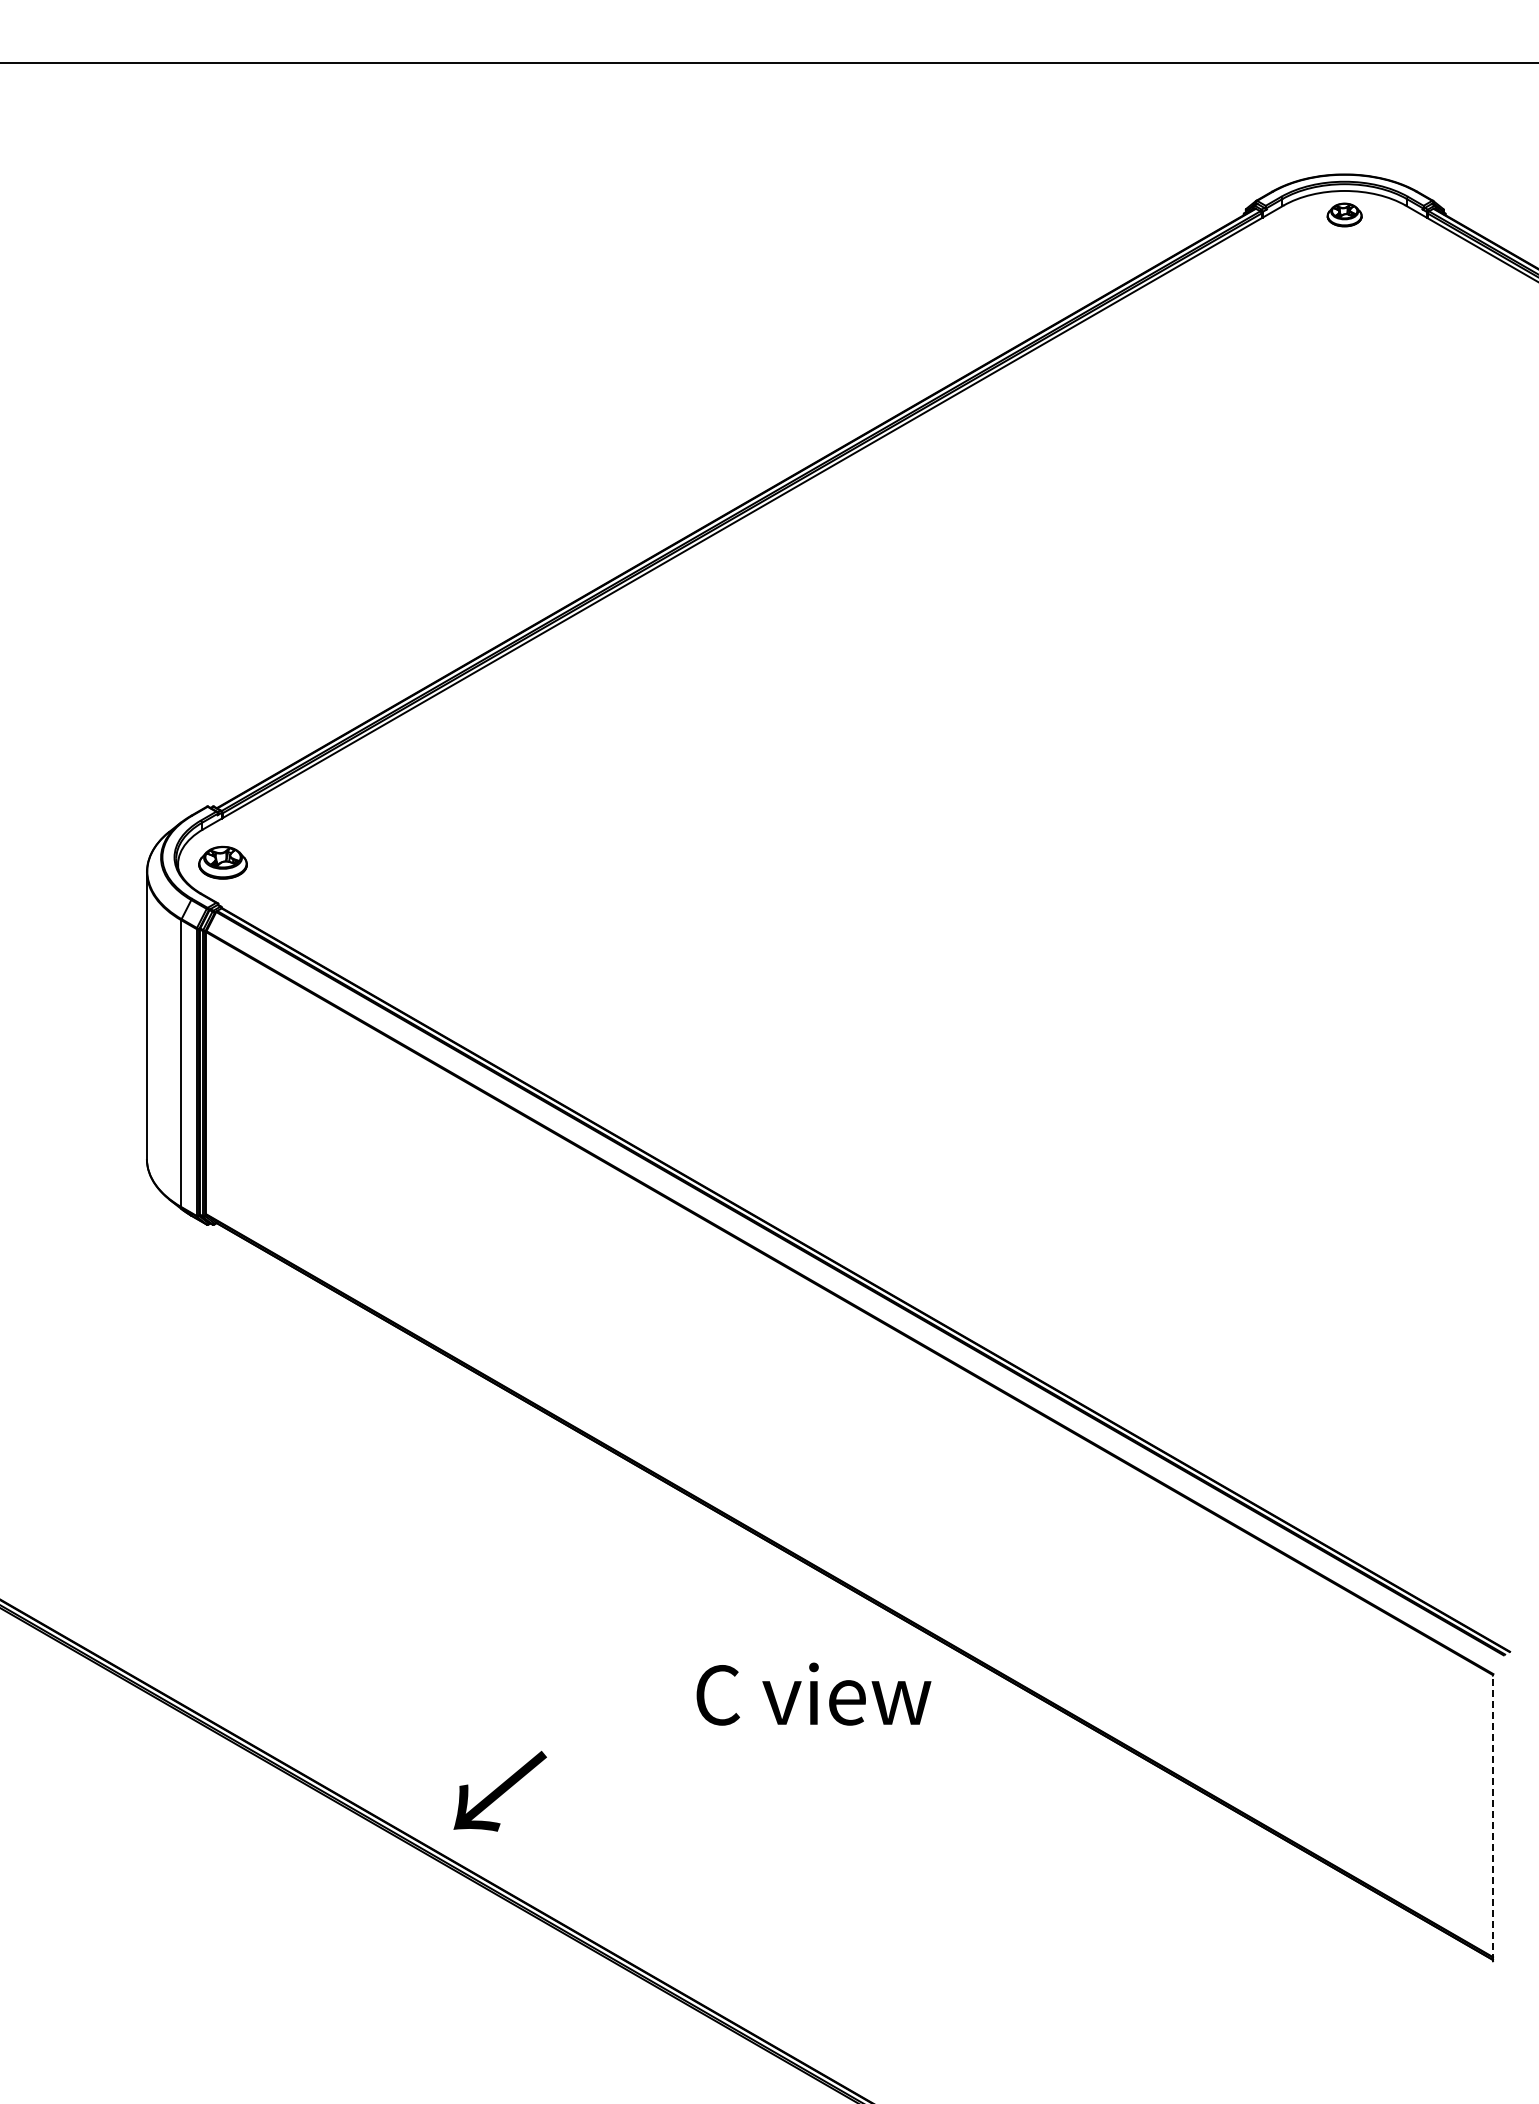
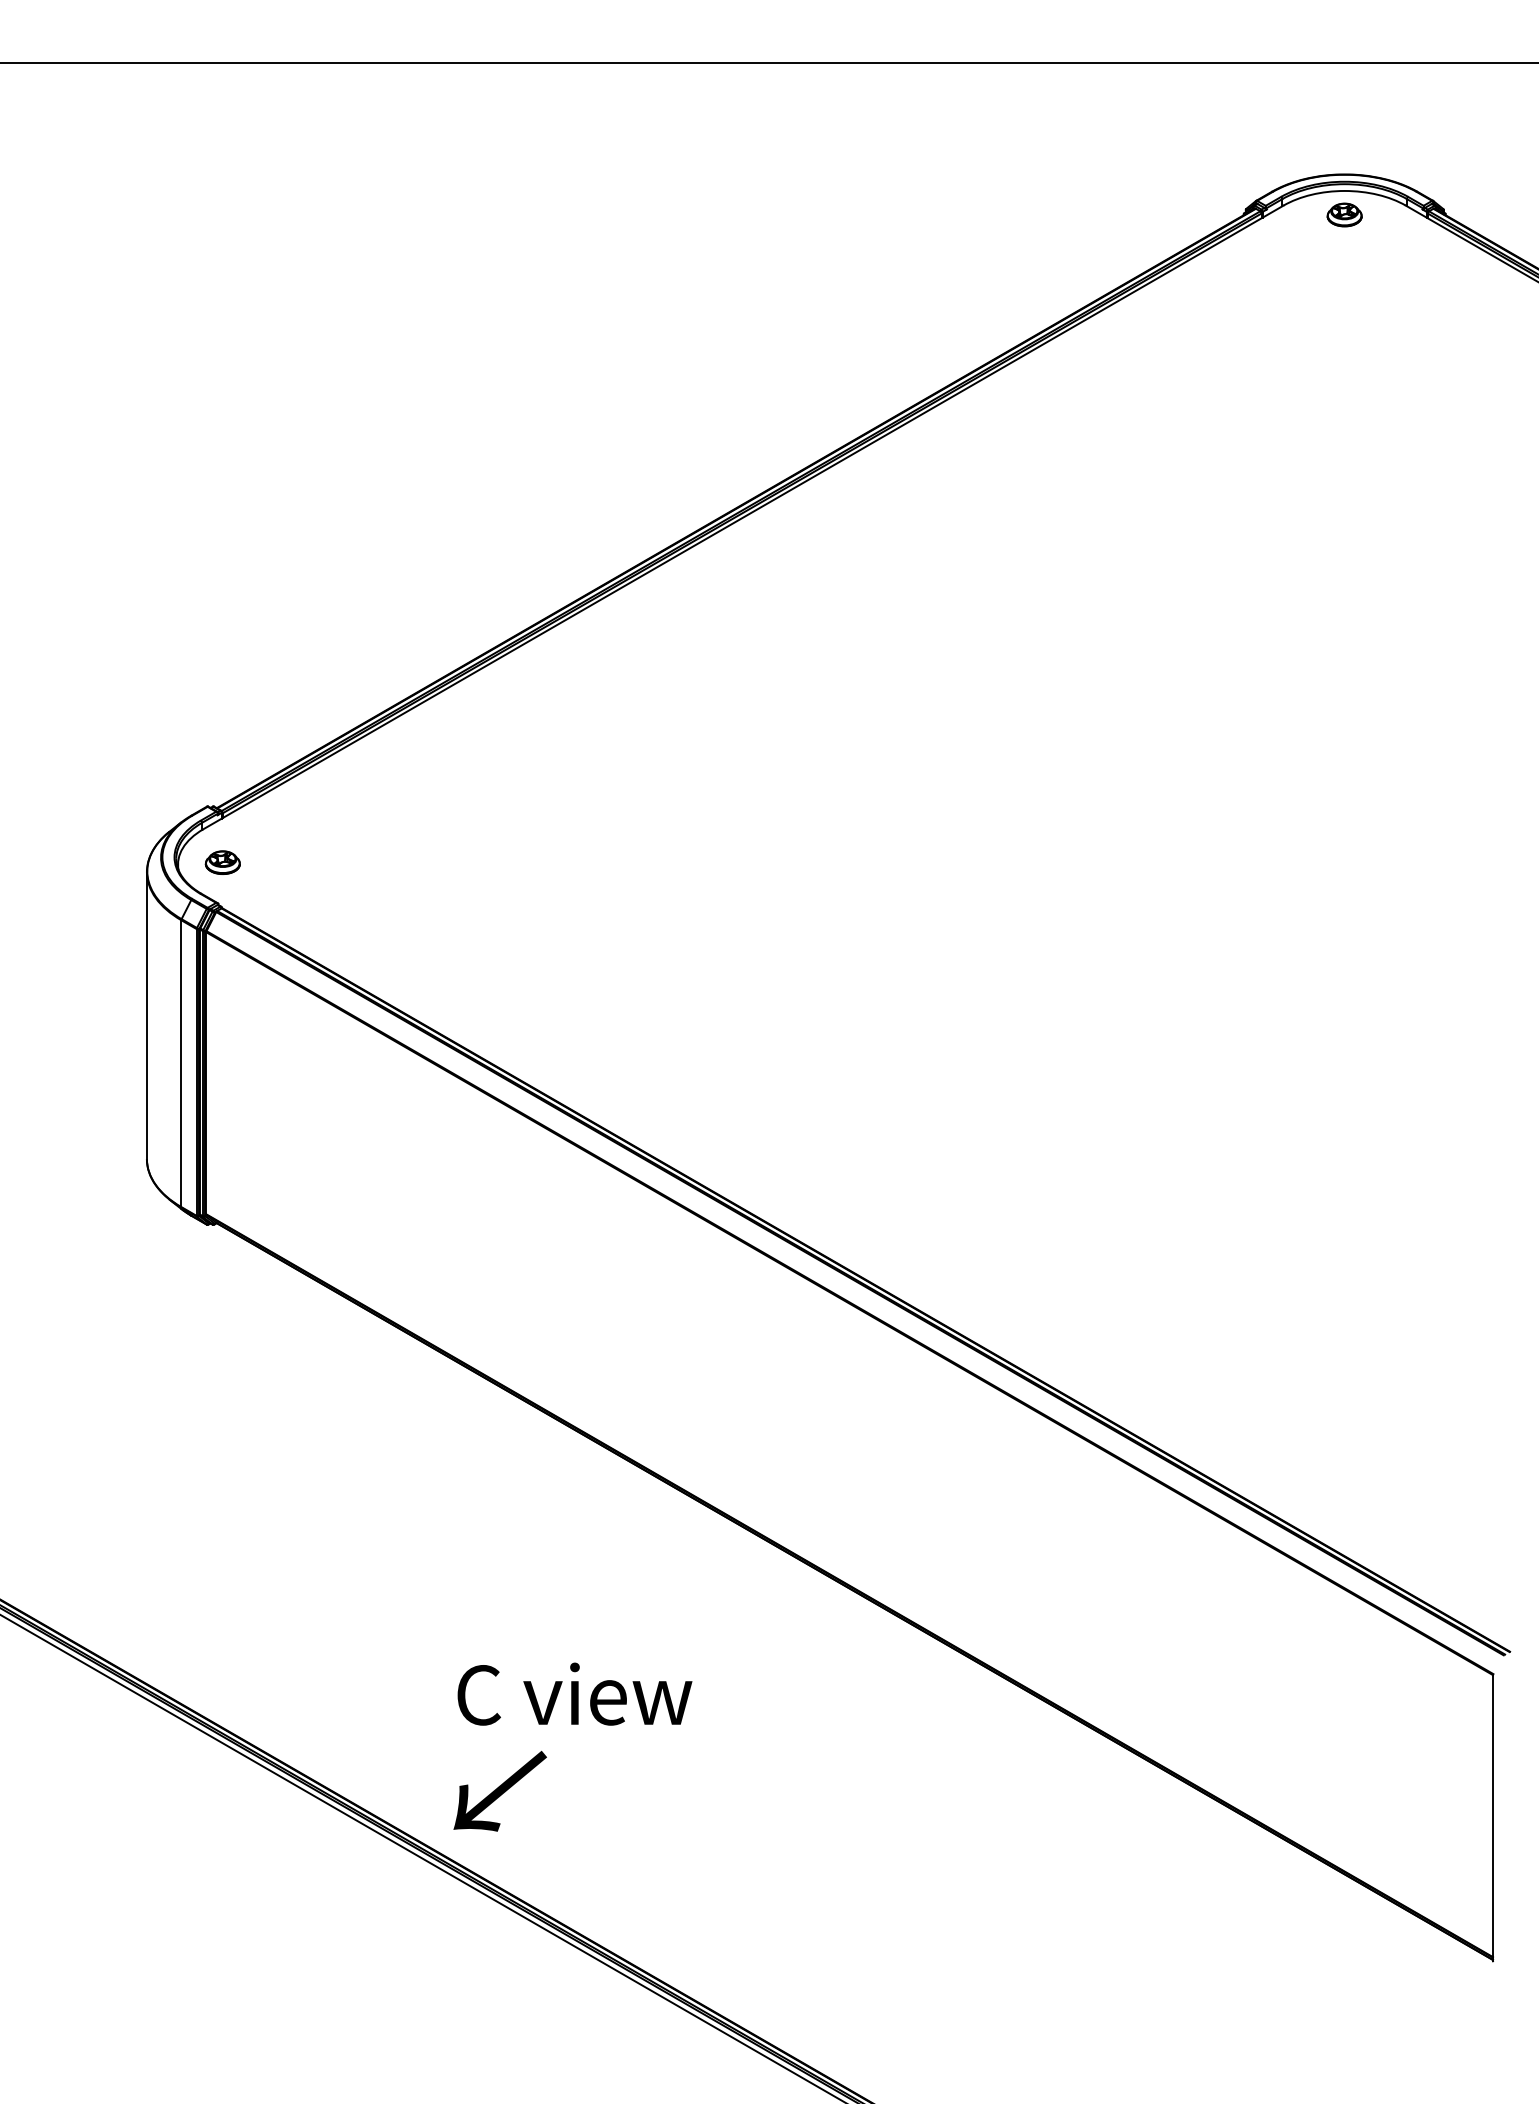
part at (222, 862) size: 50x35 px -> 37x25 px
text at (813, 1693) position: (813, 1693) -> (574, 1693)
line at (1492, 1818): dashed -> solid
line at (421, 1857): none -> present
